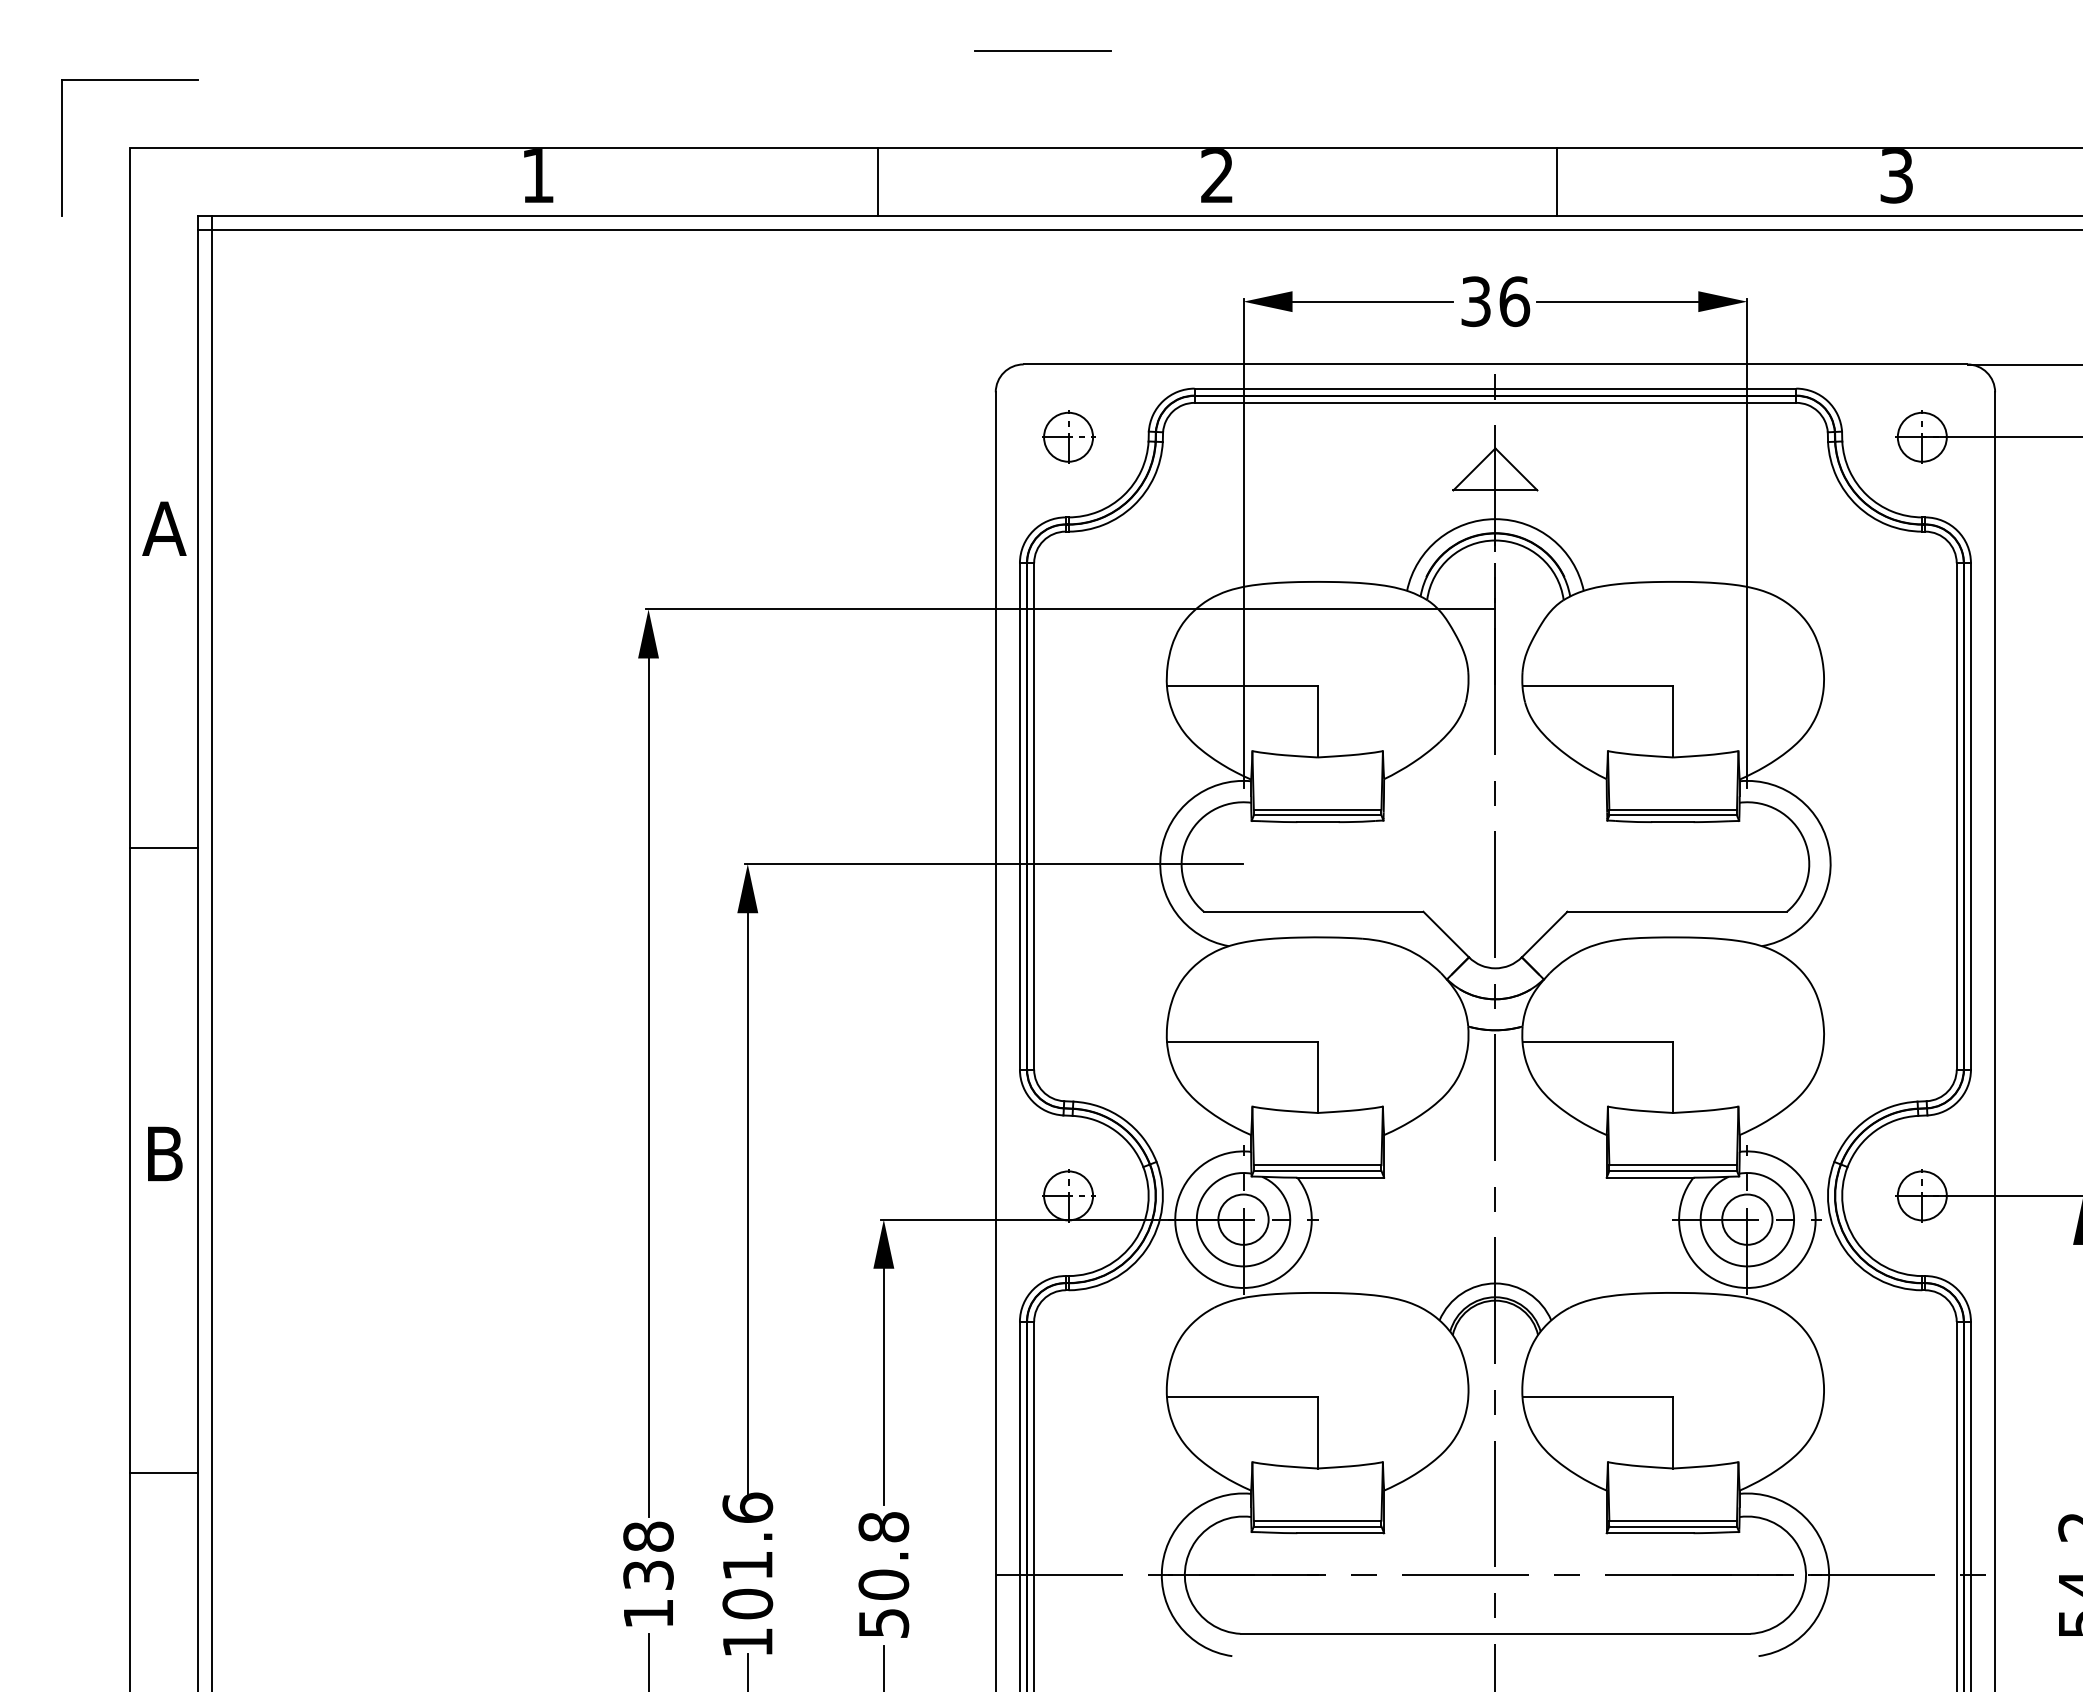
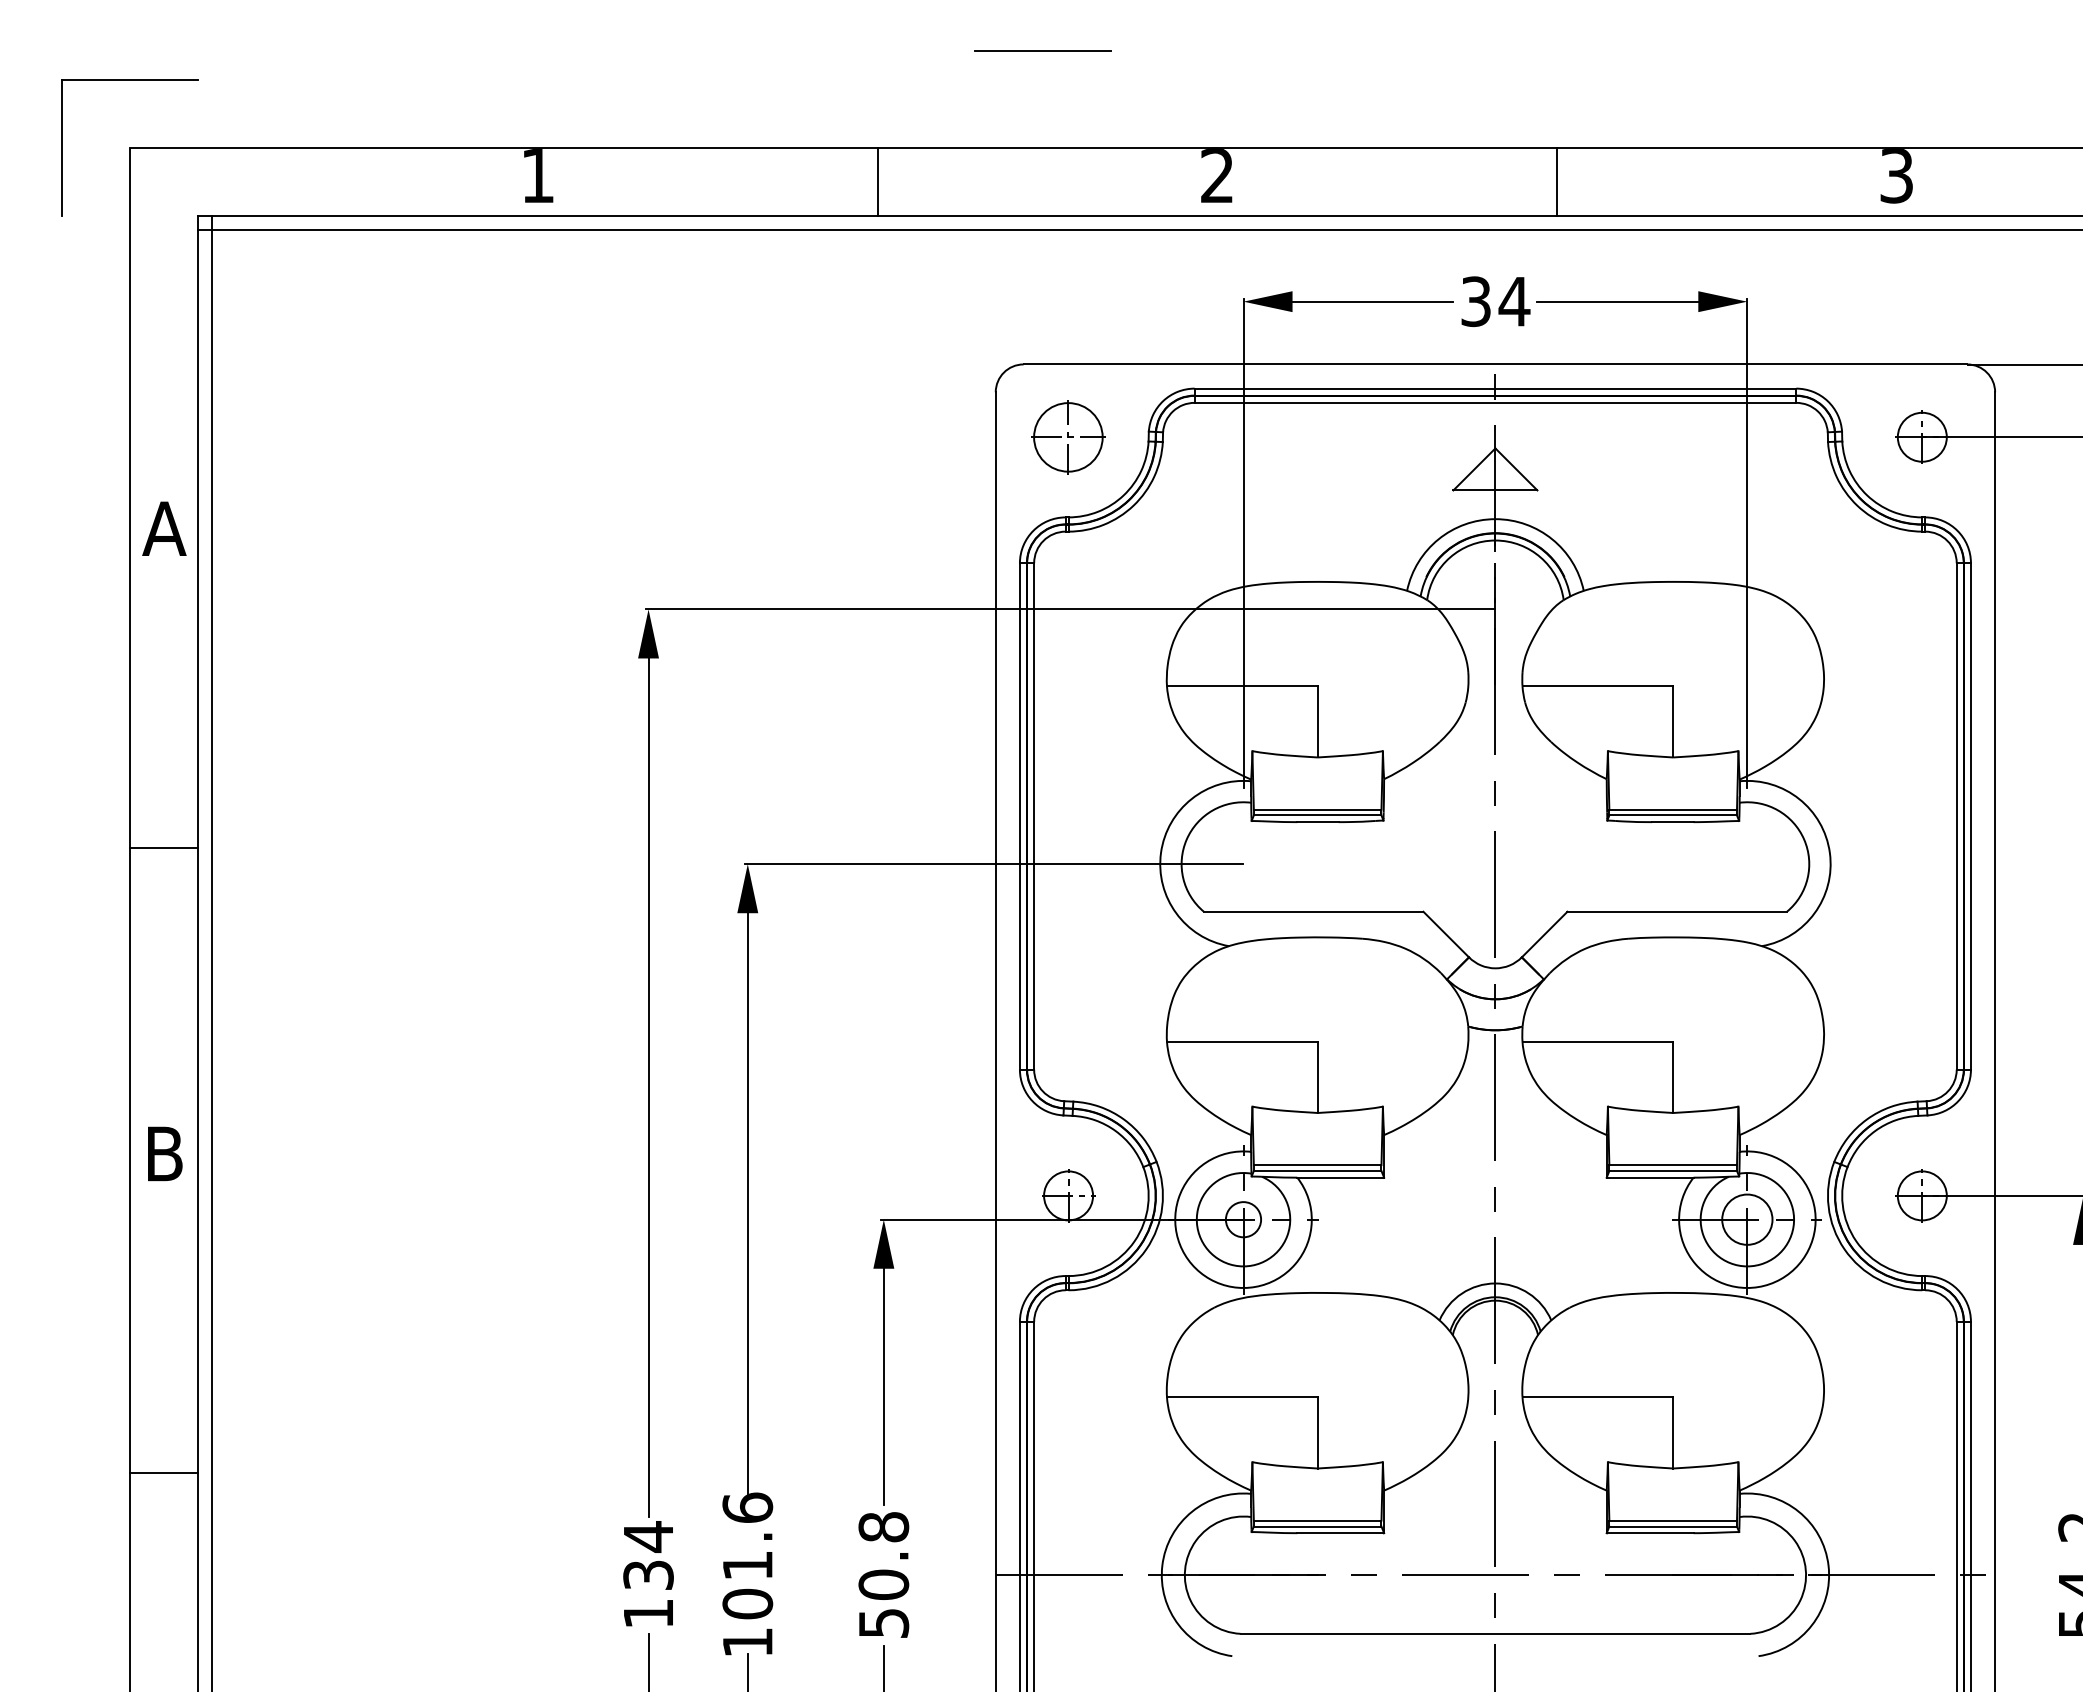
text at (1514, 301): 36 -> 34
part at (1068, 436) size: 54x54 px -> 75x75 px
circle at (1243, 1219) diameter: 50 px -> 35 px
text at (648, 1536): 138 -> 134
